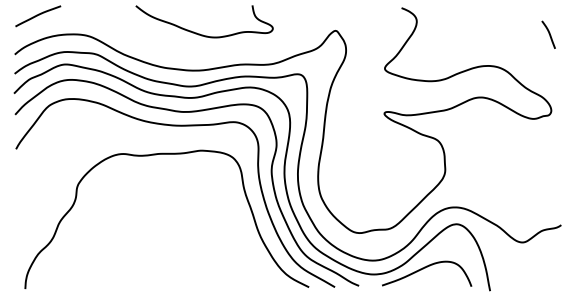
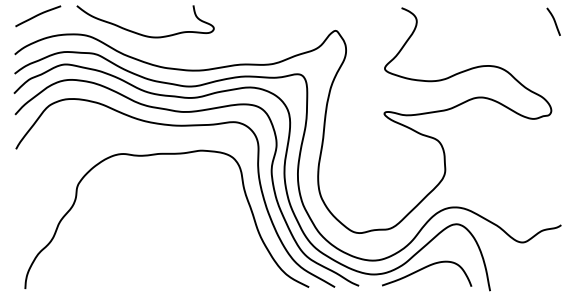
curve at (199, 33) position: (199, 33) -> (140, 33)
curve at (548, 33) position: (548, 33) -> (553, 20)
